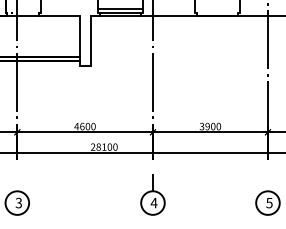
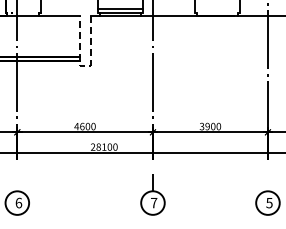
line at (85, 65): solid -> dashed
text at (18, 202): 3 -> 6
text at (153, 203): 4 -> 7
